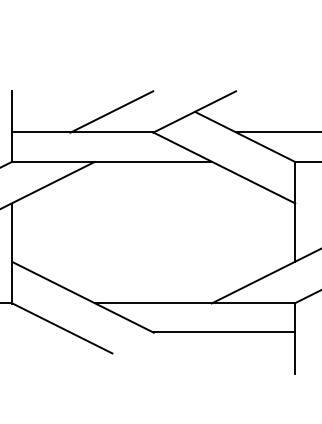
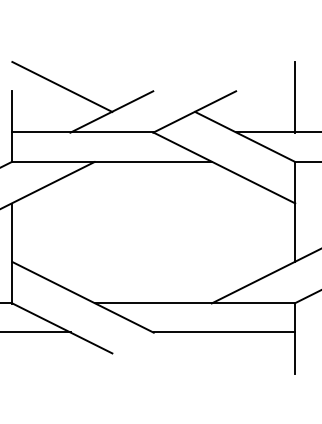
line at (62, 86): none -> present
line at (294, 97): none -> present
line at (36, 332): none -> present
